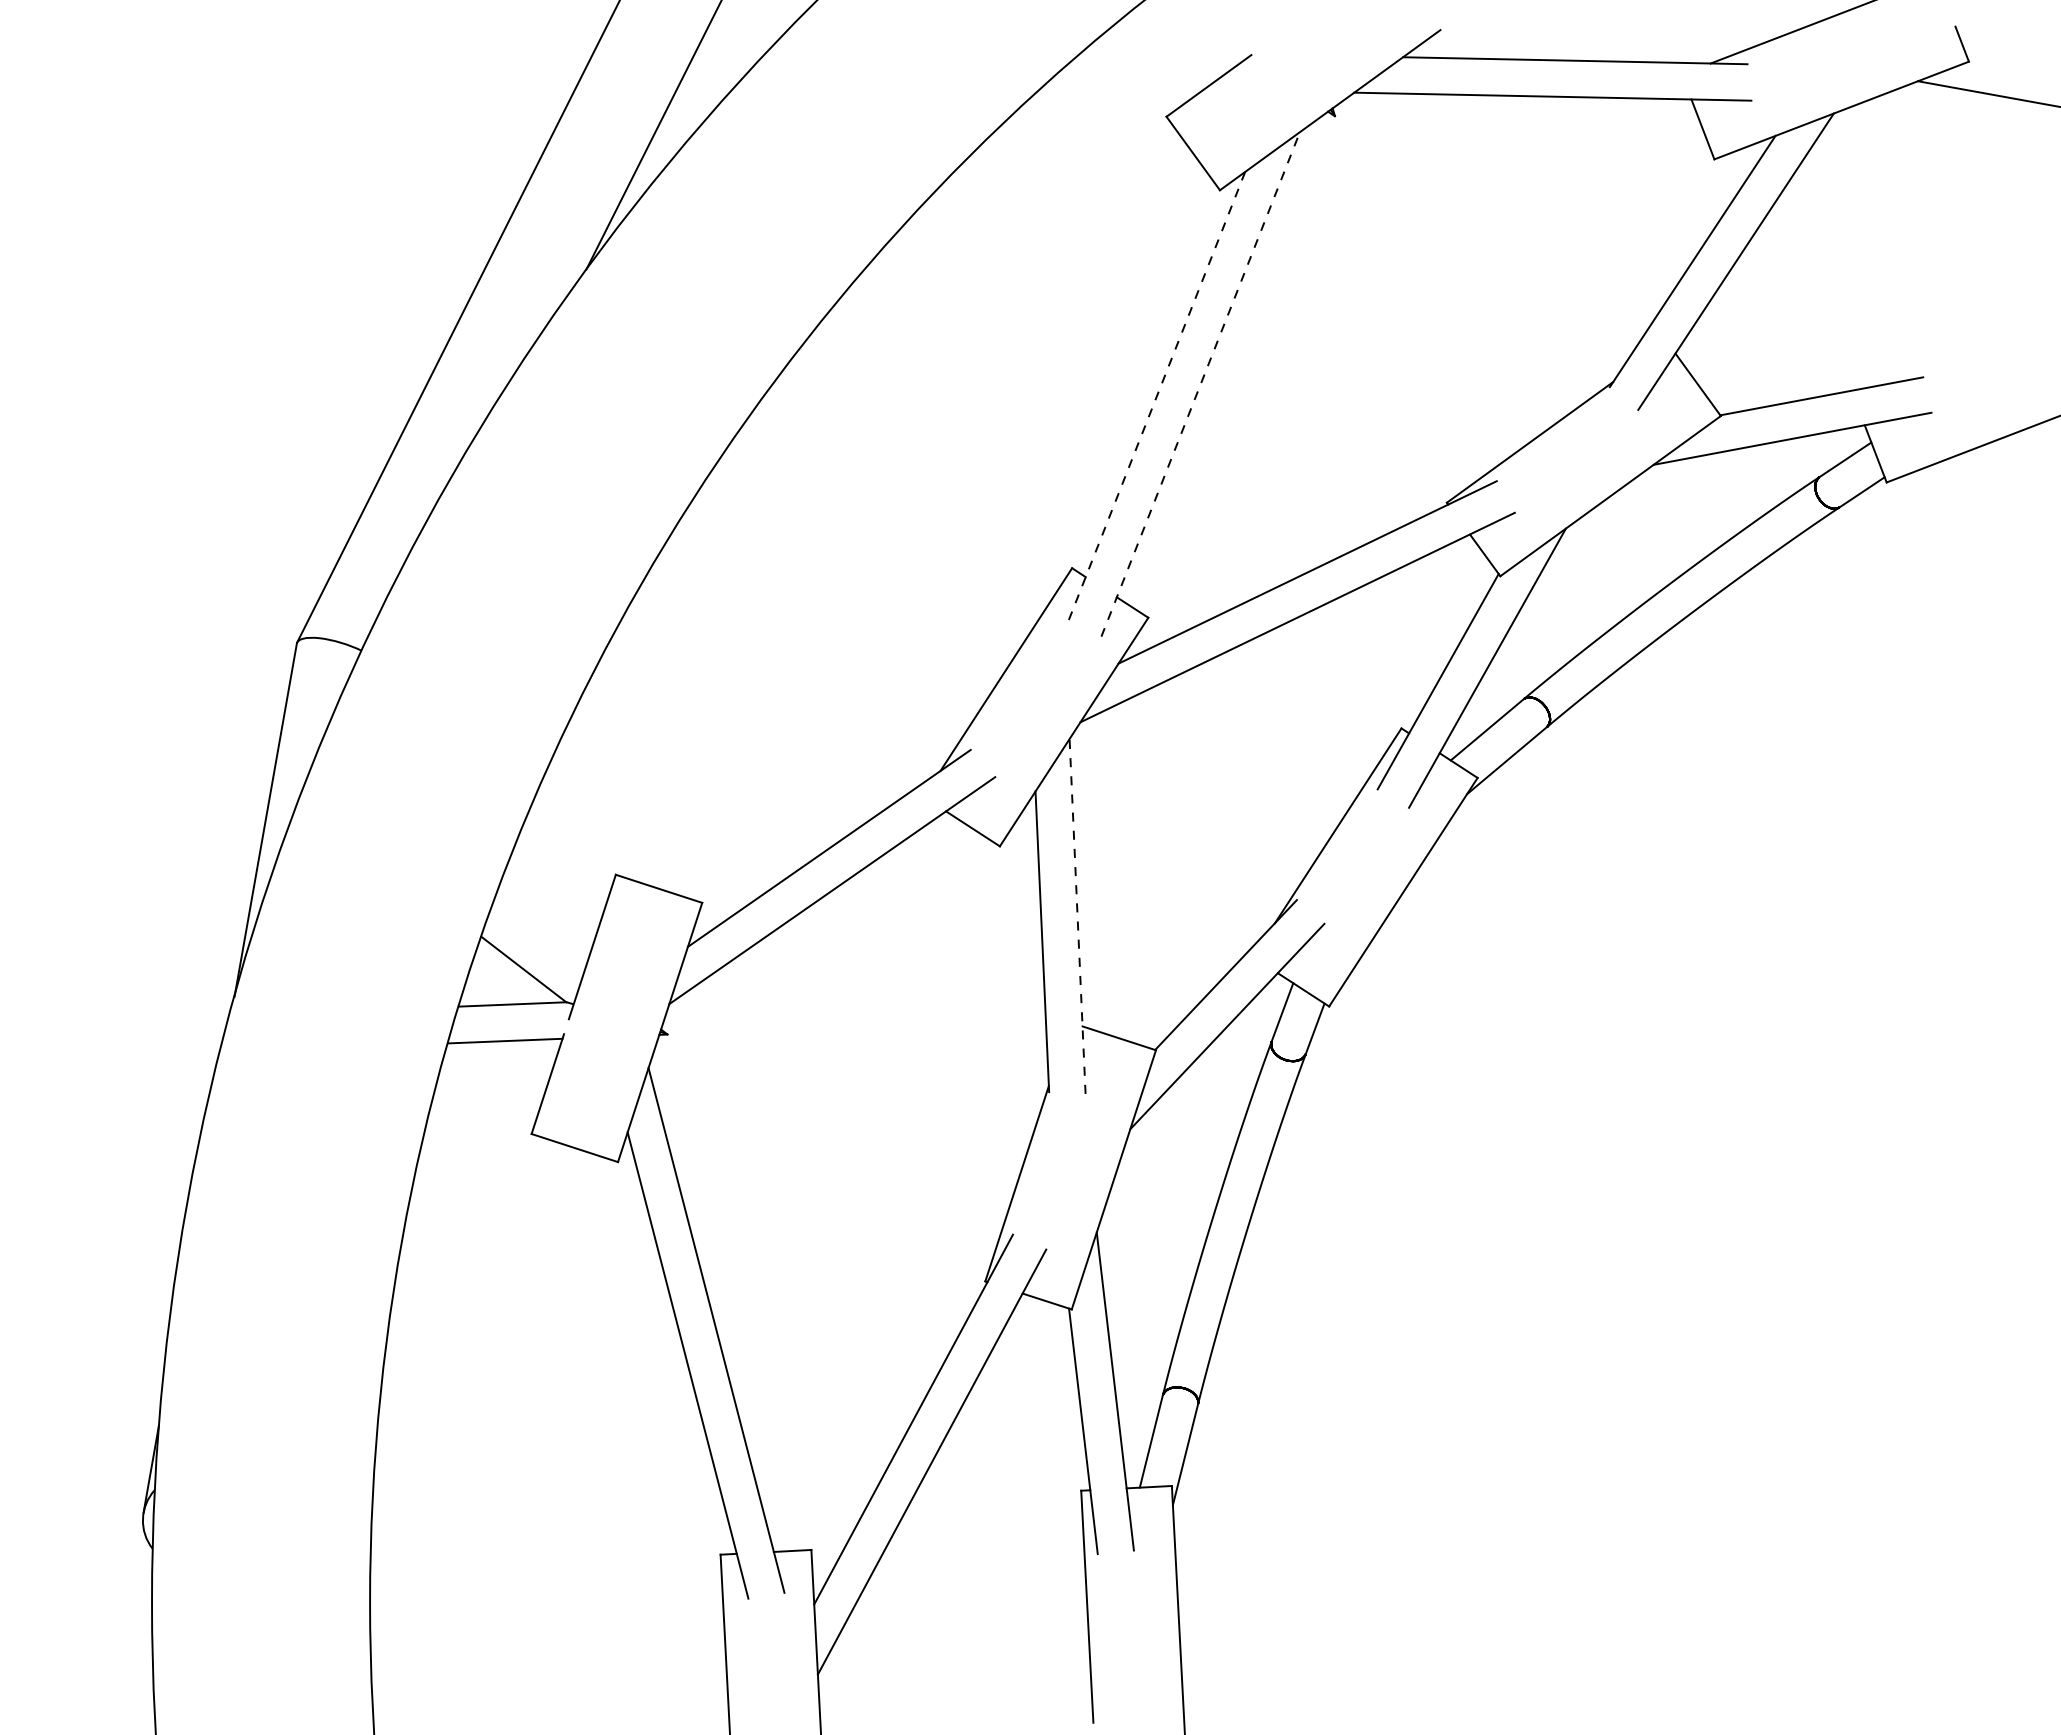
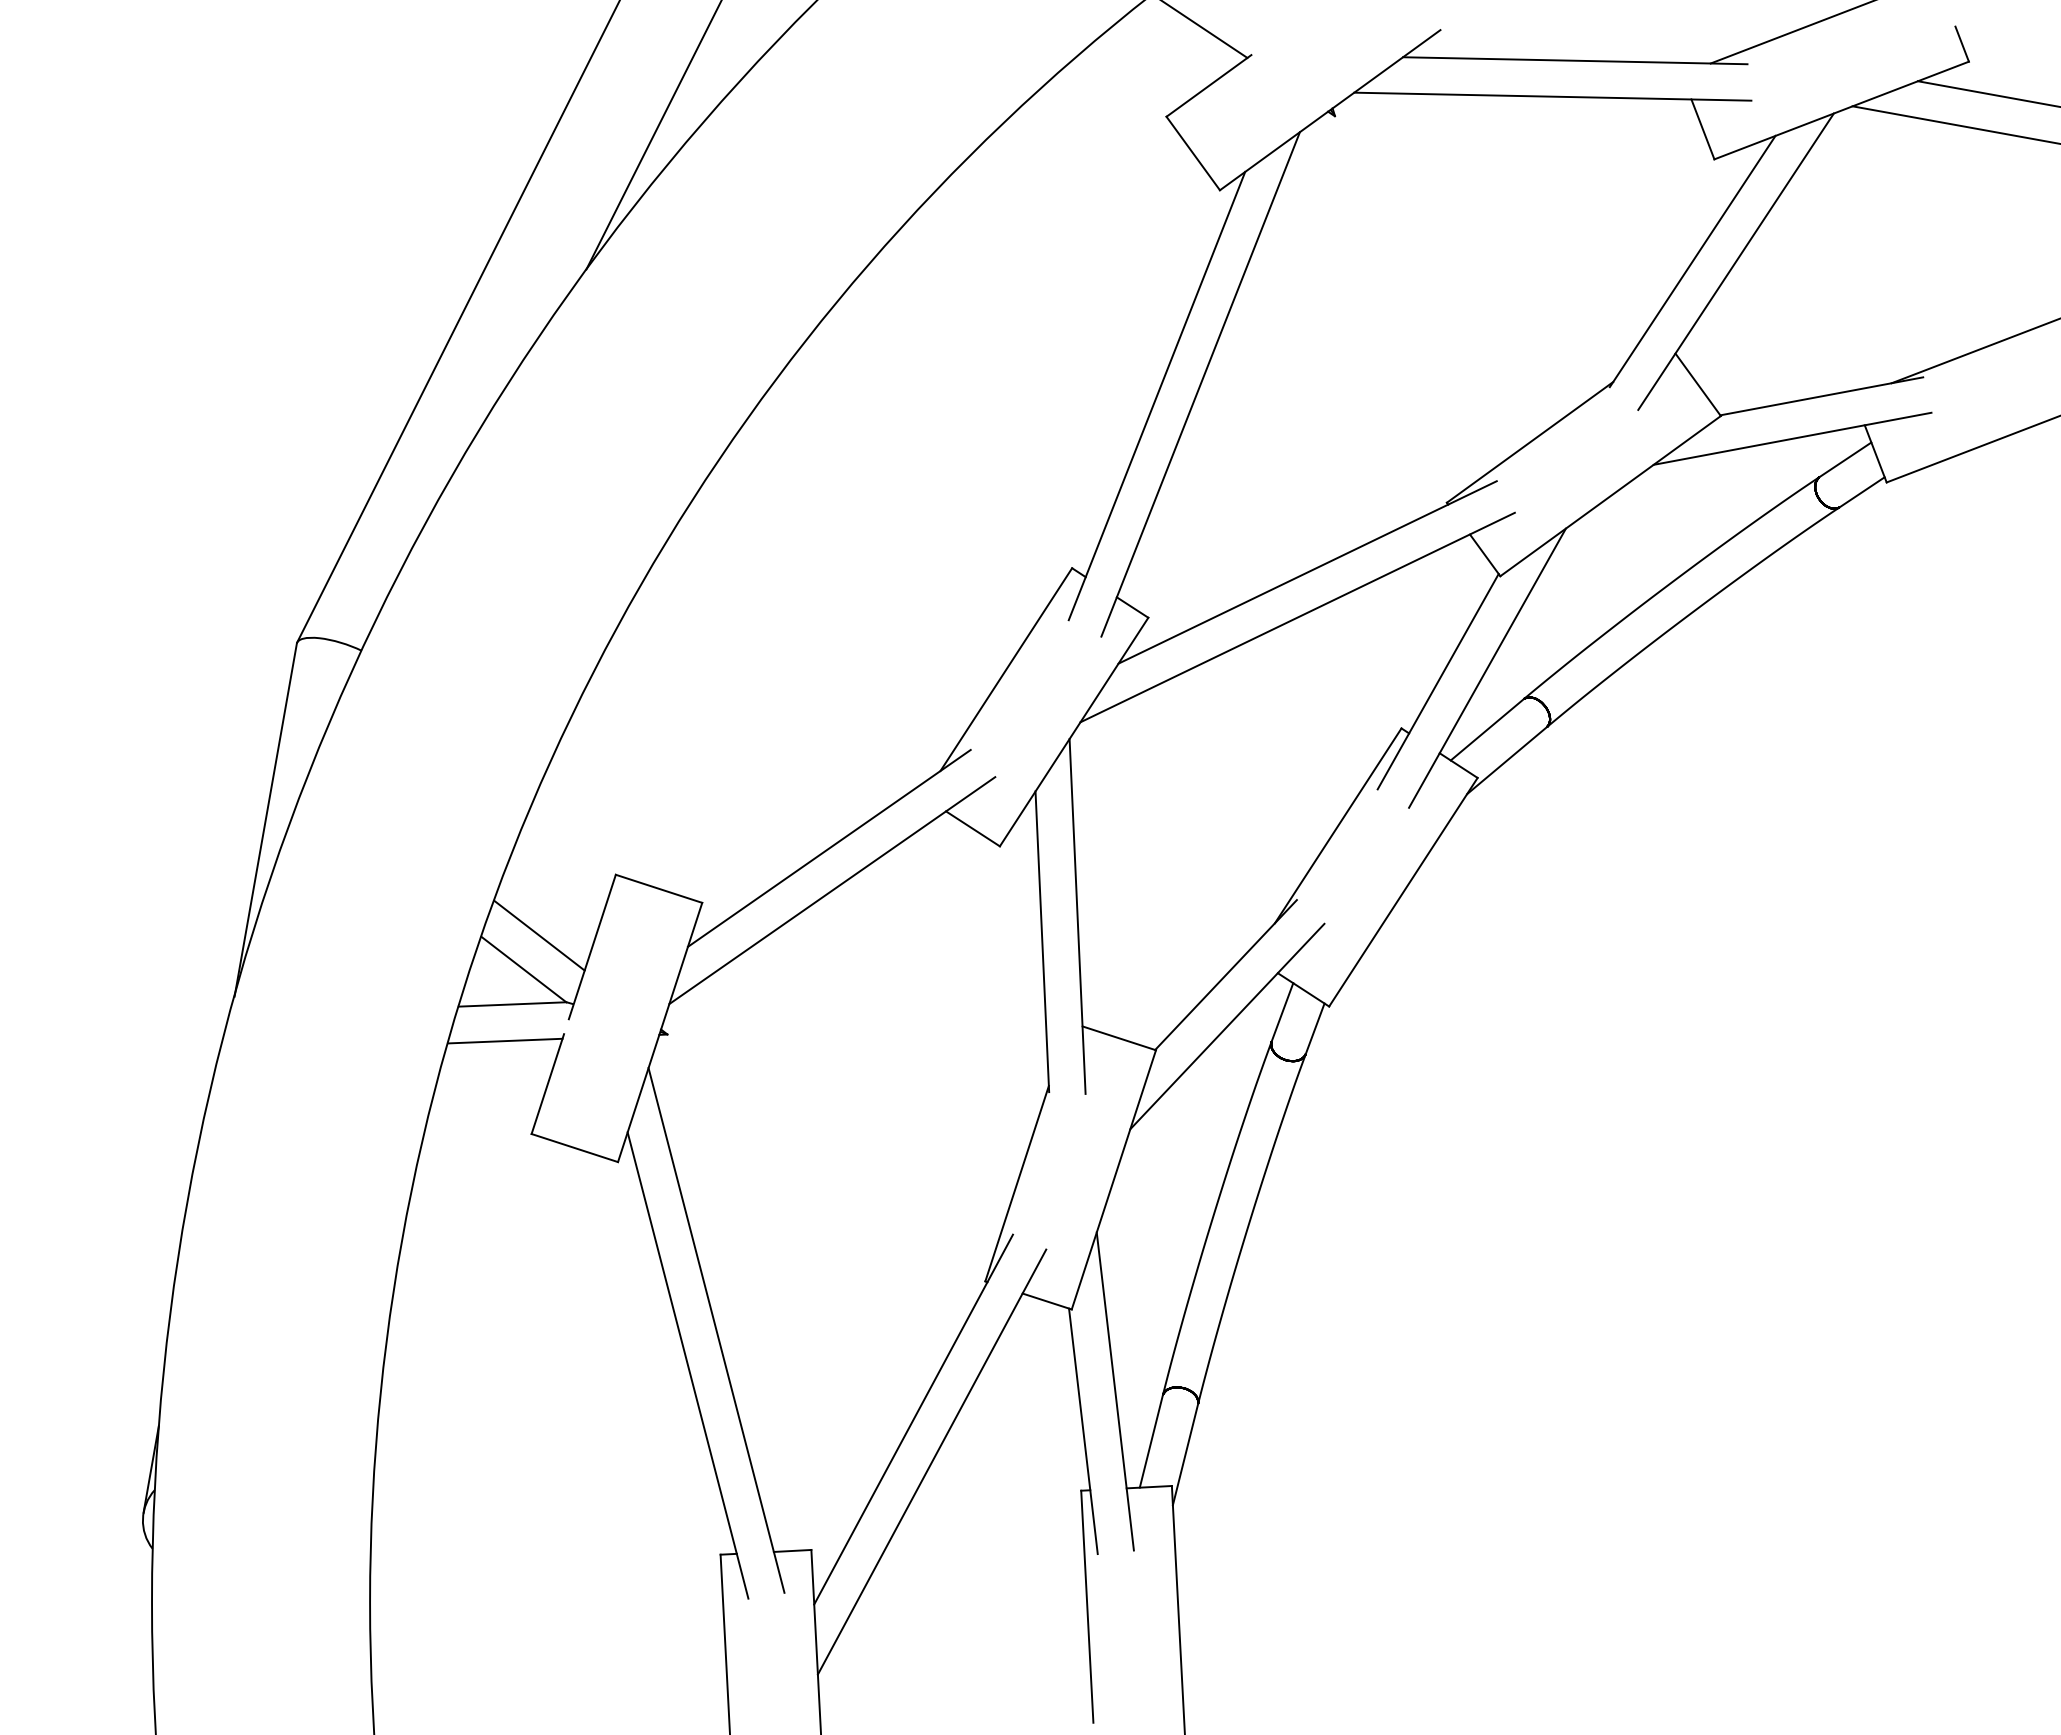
line at (1205, 29): none -> present
line at (1954, 124): none -> present
line at (1974, 351): none -> present
line at (1200, 383): dashed -> solid
line at (1157, 396): dashed -> solid
line at (1077, 916): dashed -> solid
line at (539, 935): none -> present
